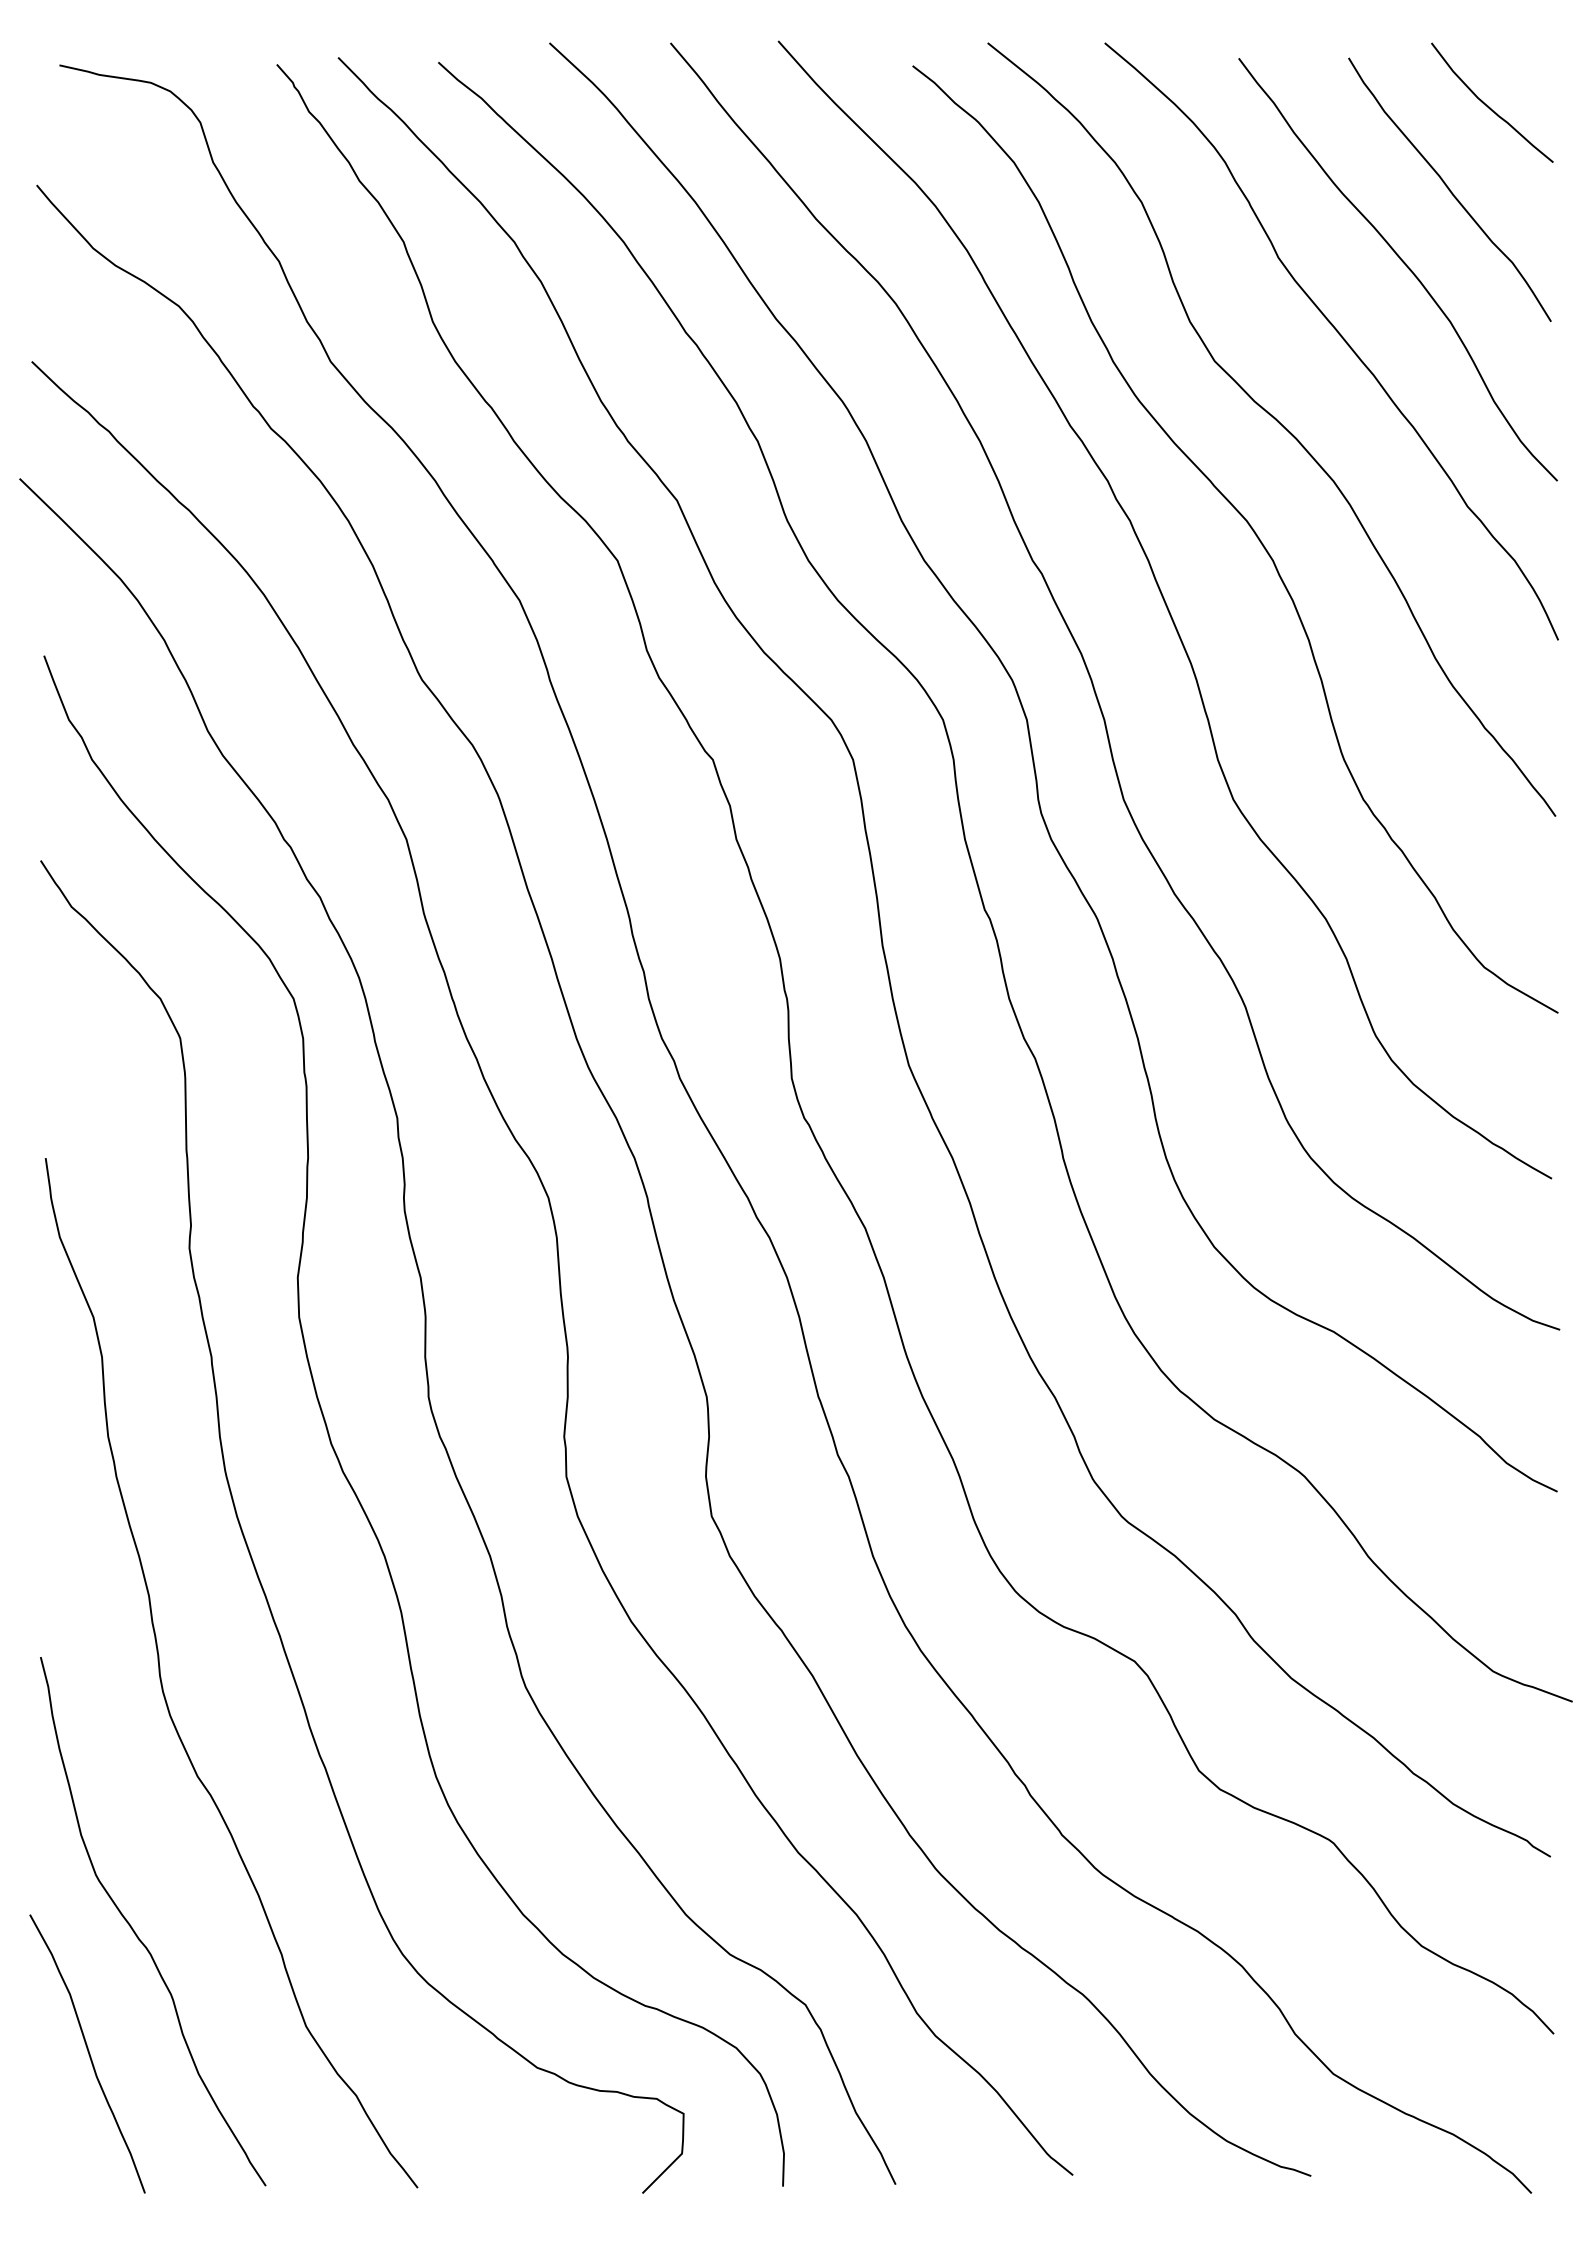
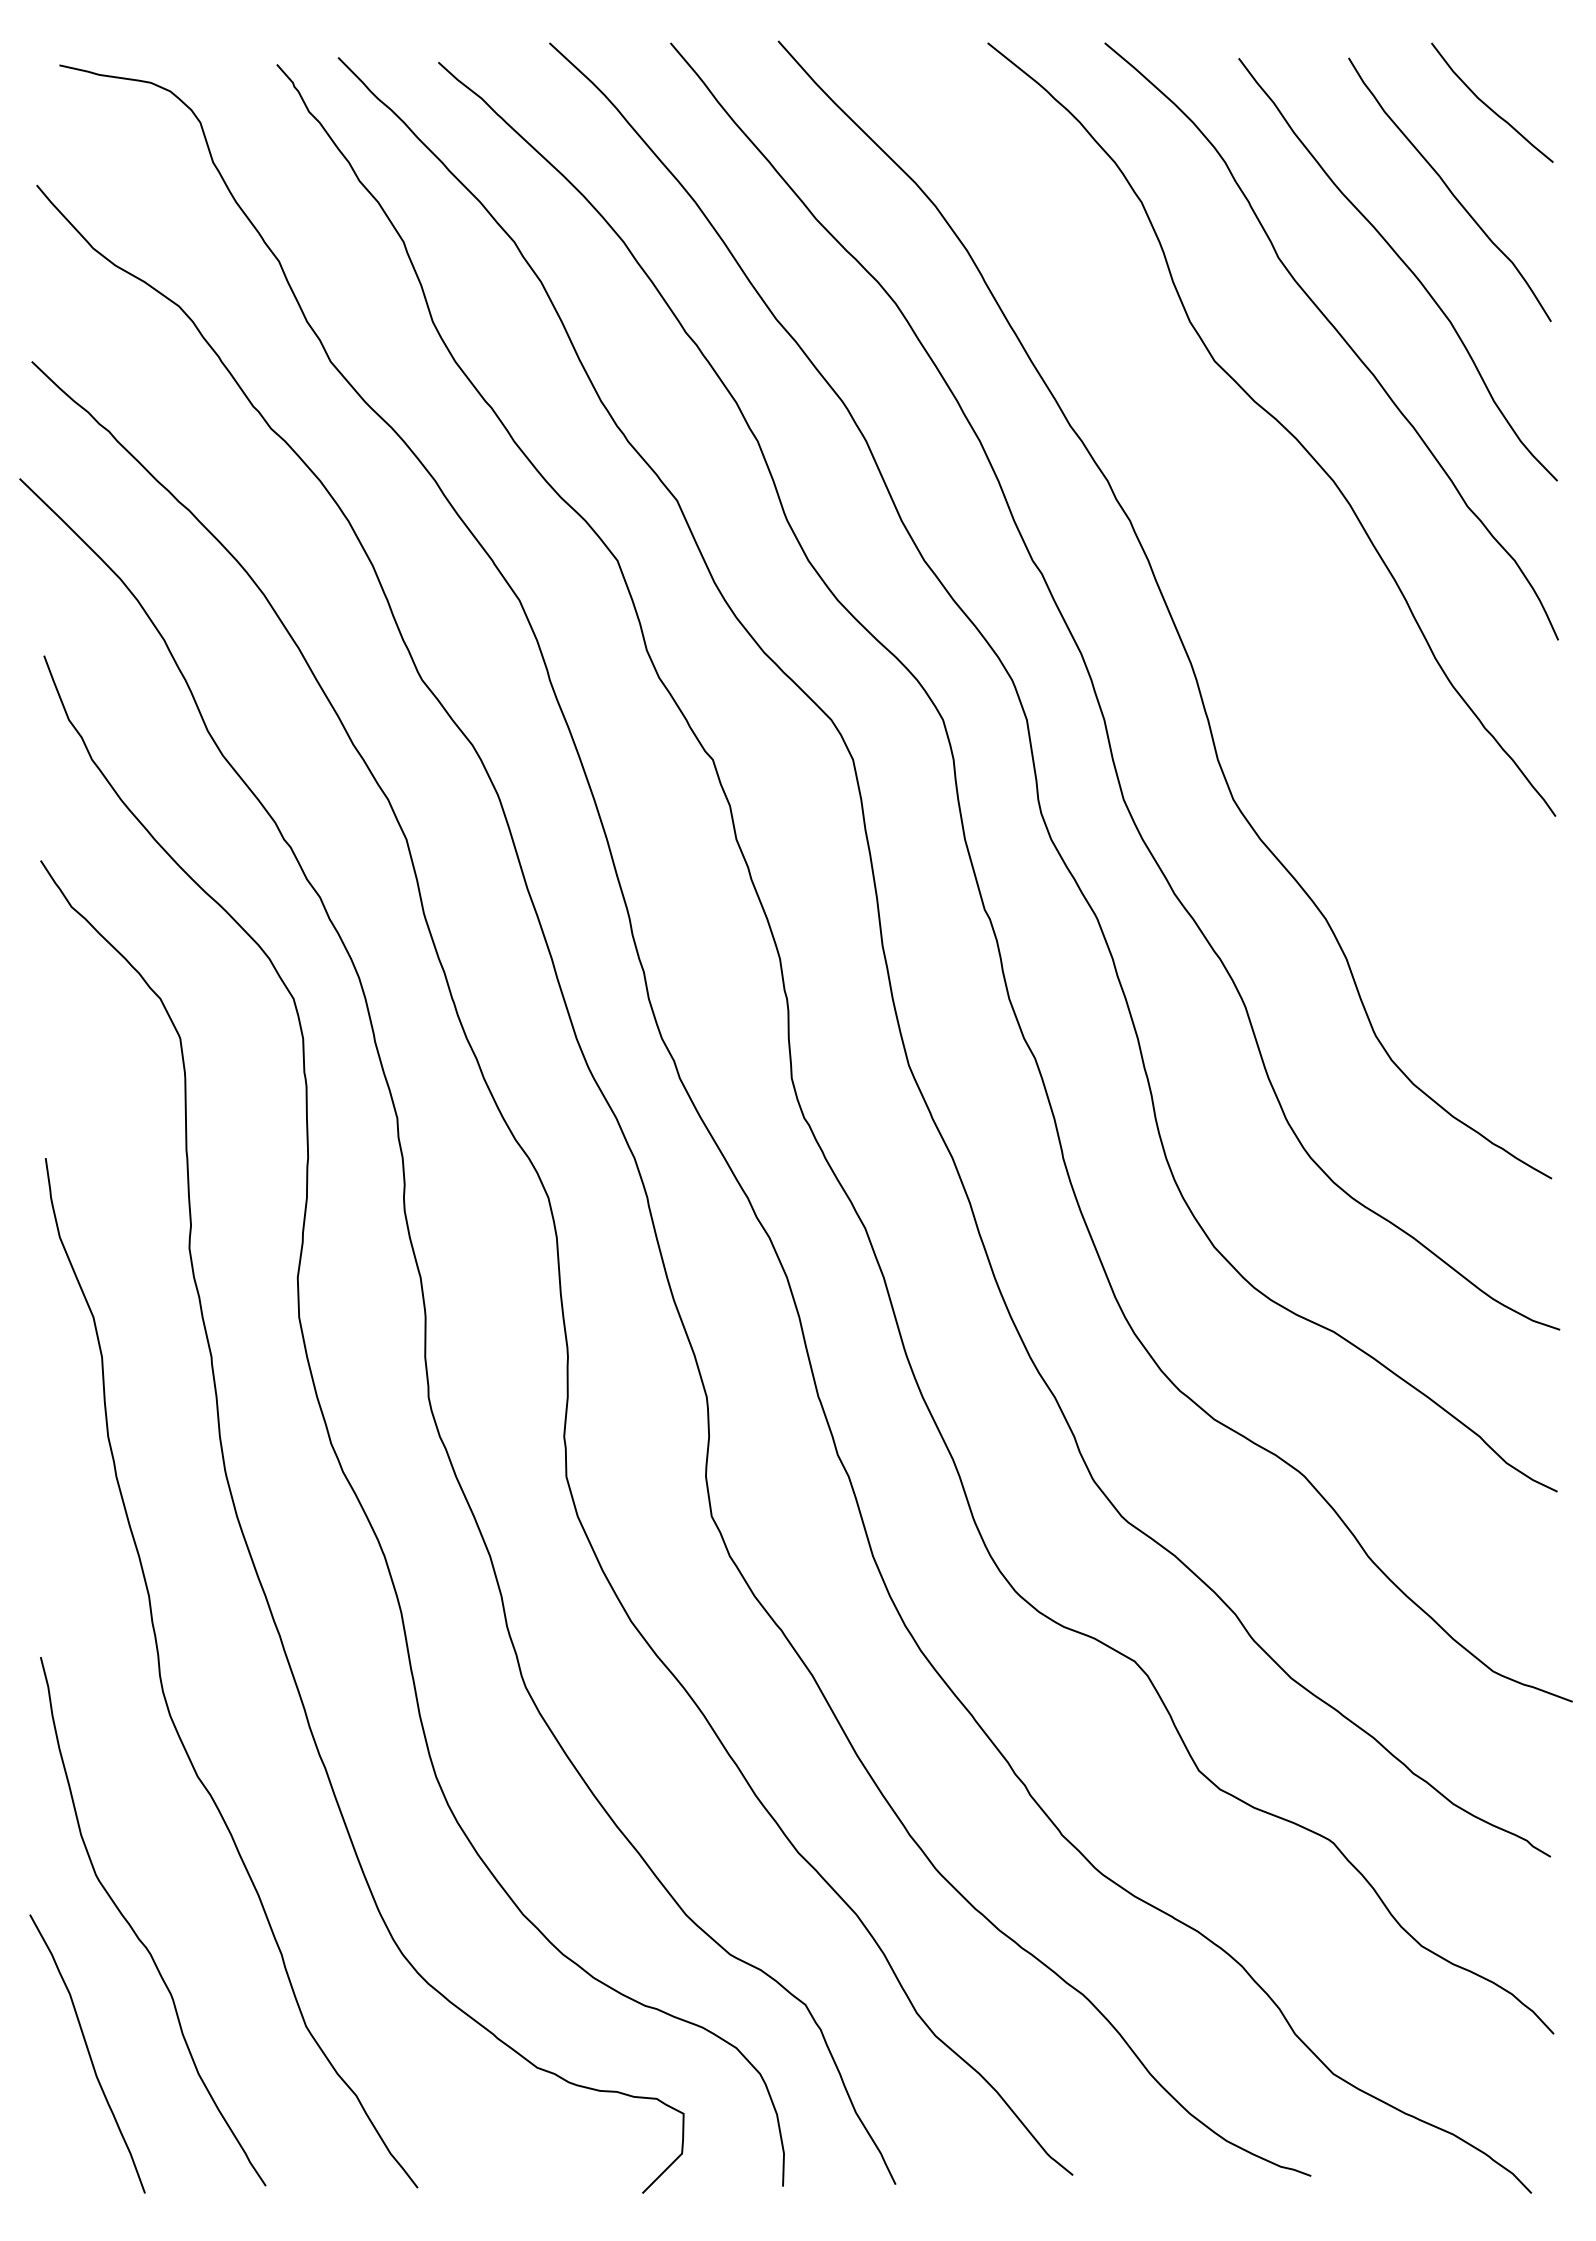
curve at (1250, 528): present -> none
